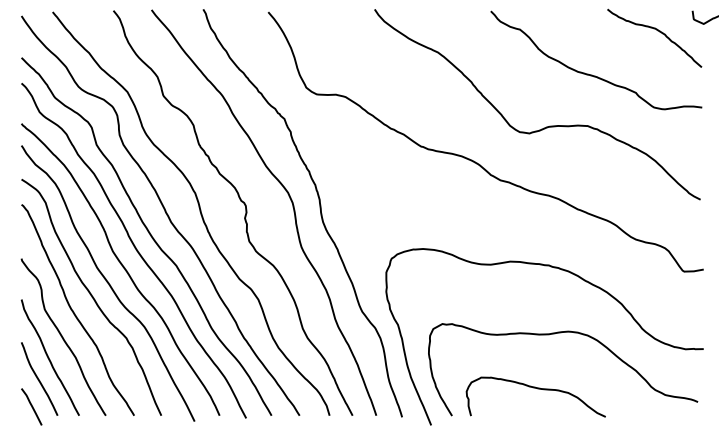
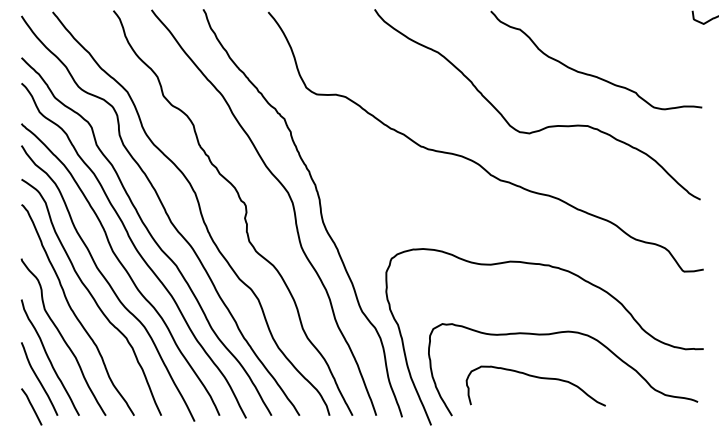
curve at (657, 31): present -> none
curve at (537, 389) position: (537, 389) -> (537, 378)
